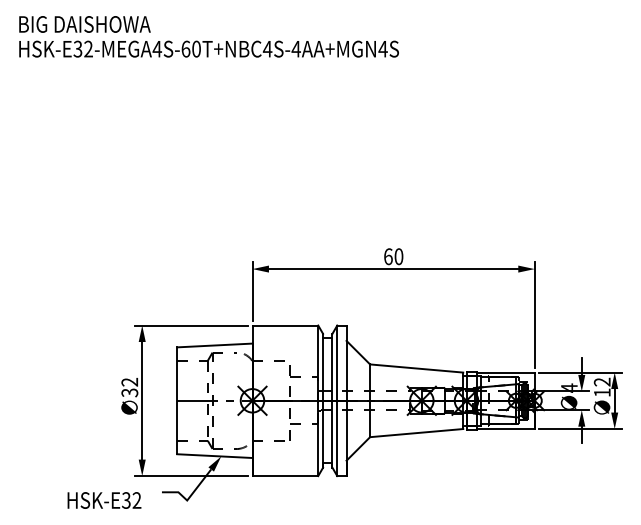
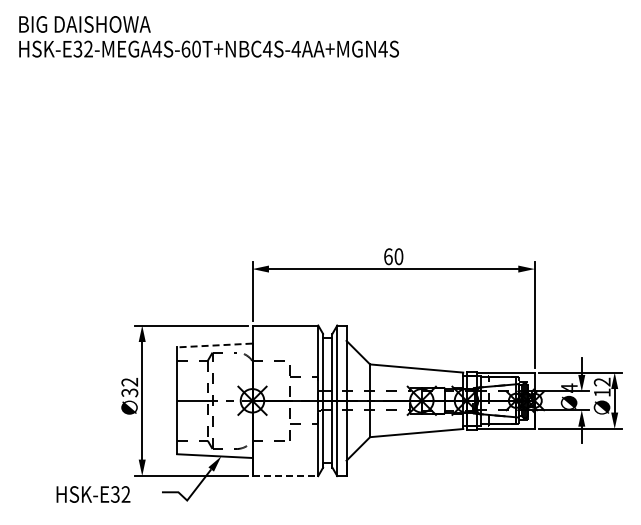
line at (214, 345): solid -> dashed
line at (285, 476): solid -> dashed
text at (104, 500) position: (104, 500) -> (93, 494)
